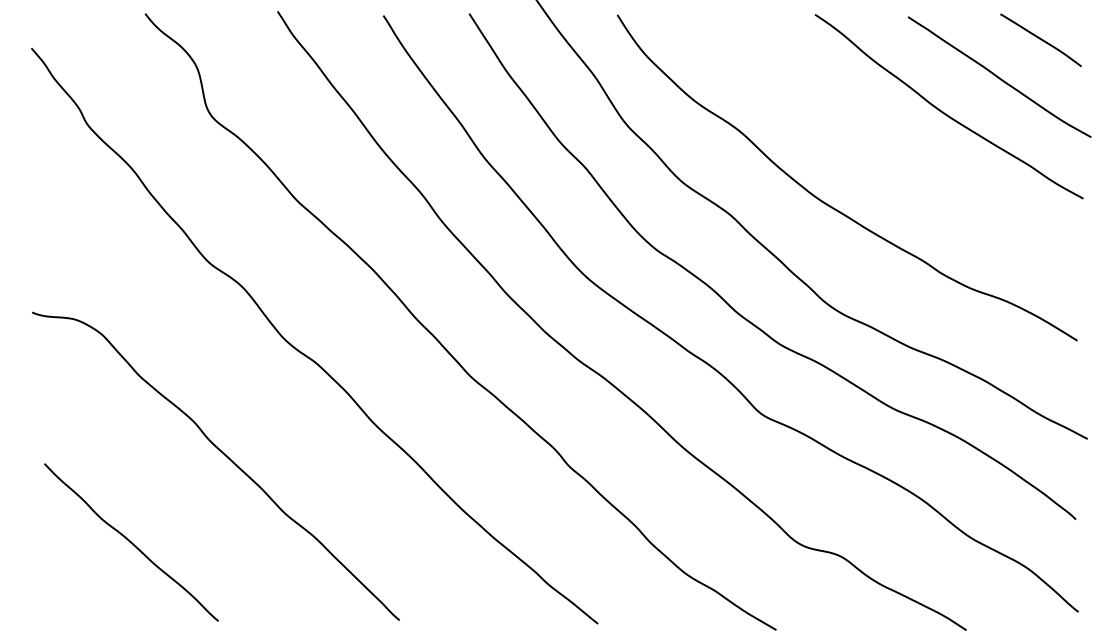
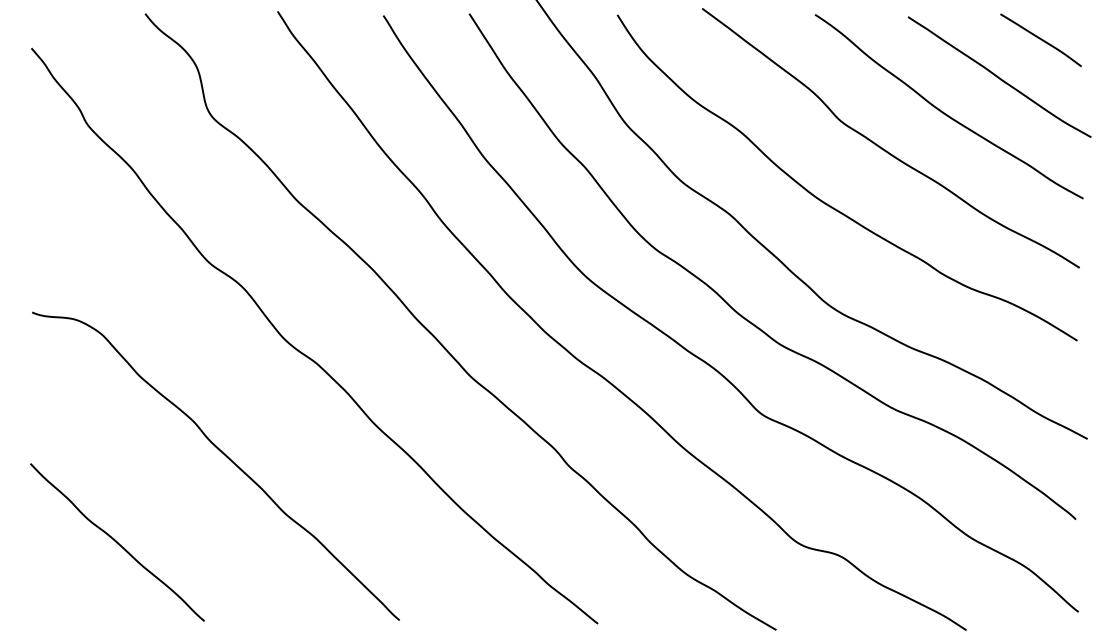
curve at (882, 147): none -> present
curve at (131, 542) position: (131, 542) -> (117, 542)
